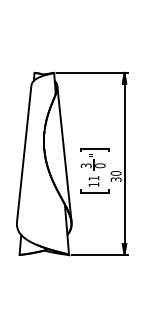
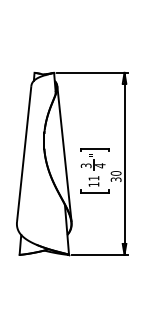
text at (100, 165): 0 -> 4
